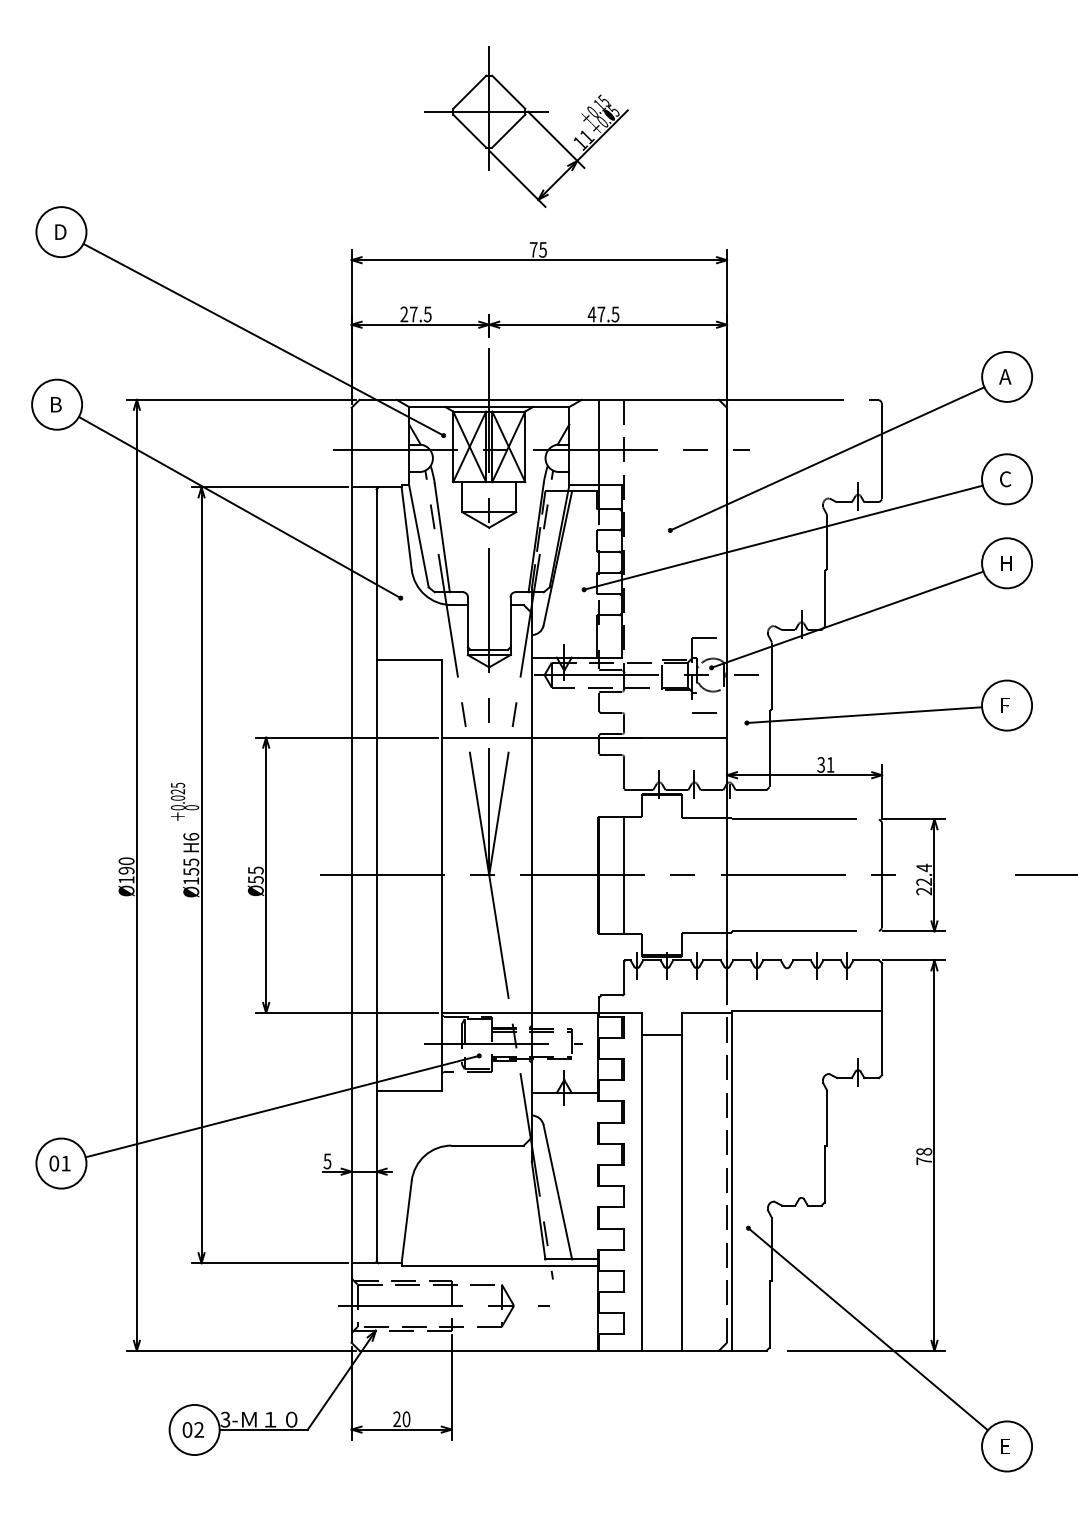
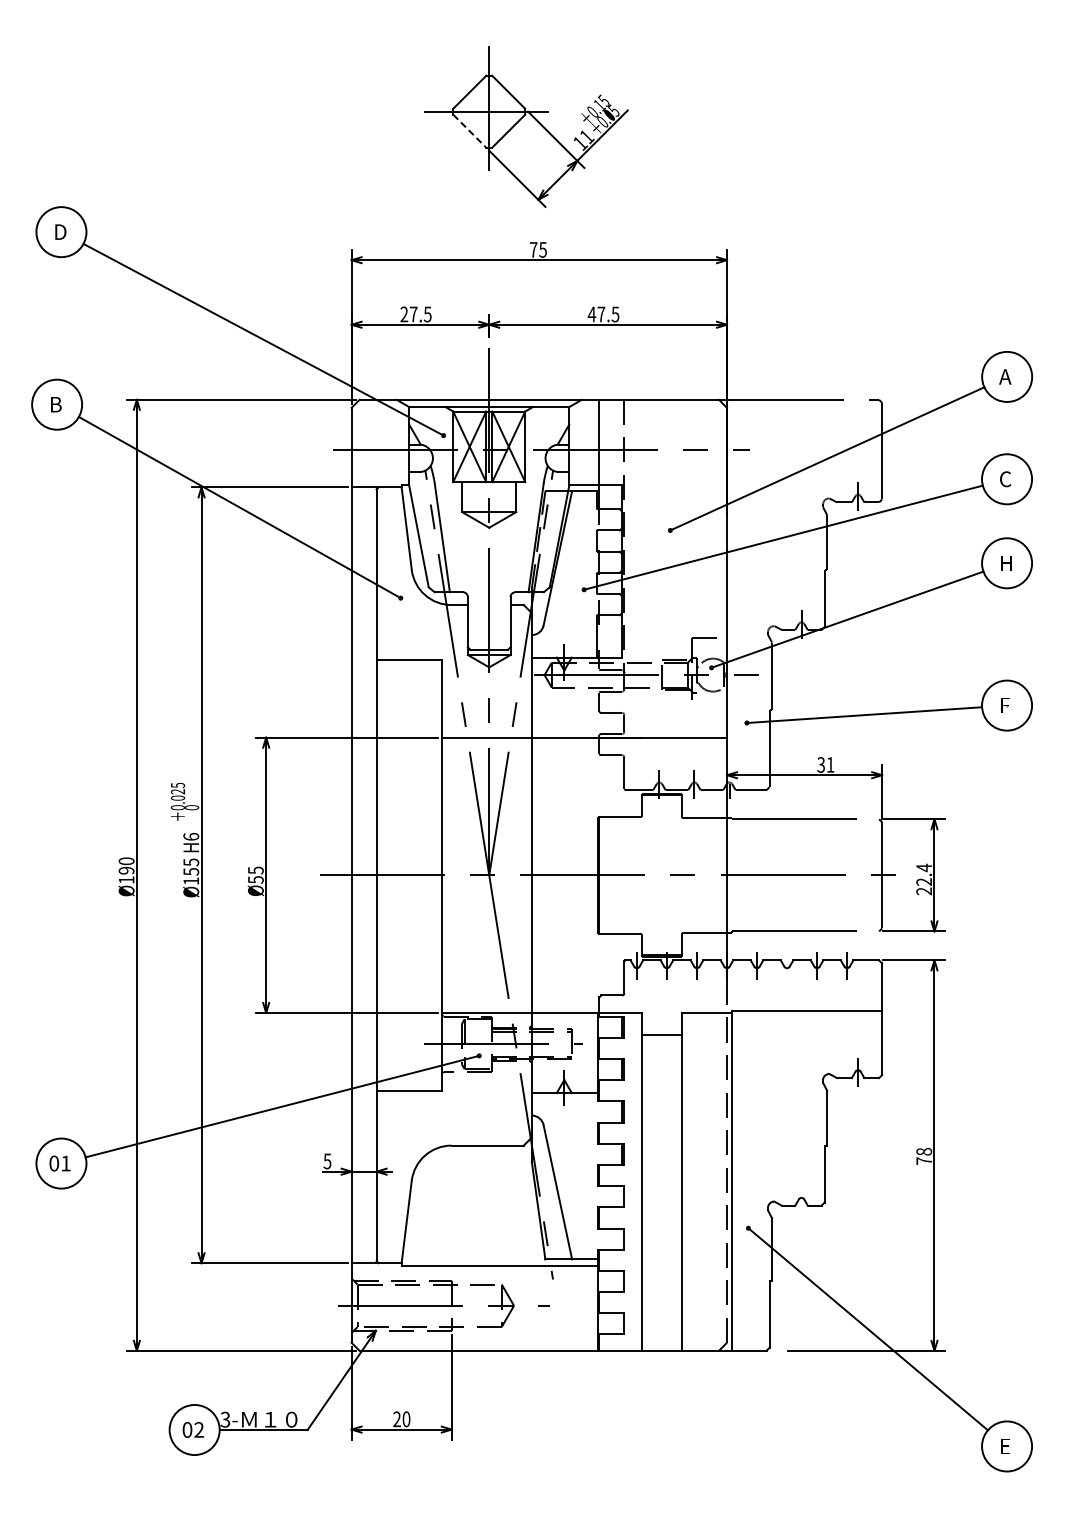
line at (470, 131): solid -> dashed
line at (704, 712): present -> none
line at (624, 875): present -> none
line at (1044, 875): present -> none
